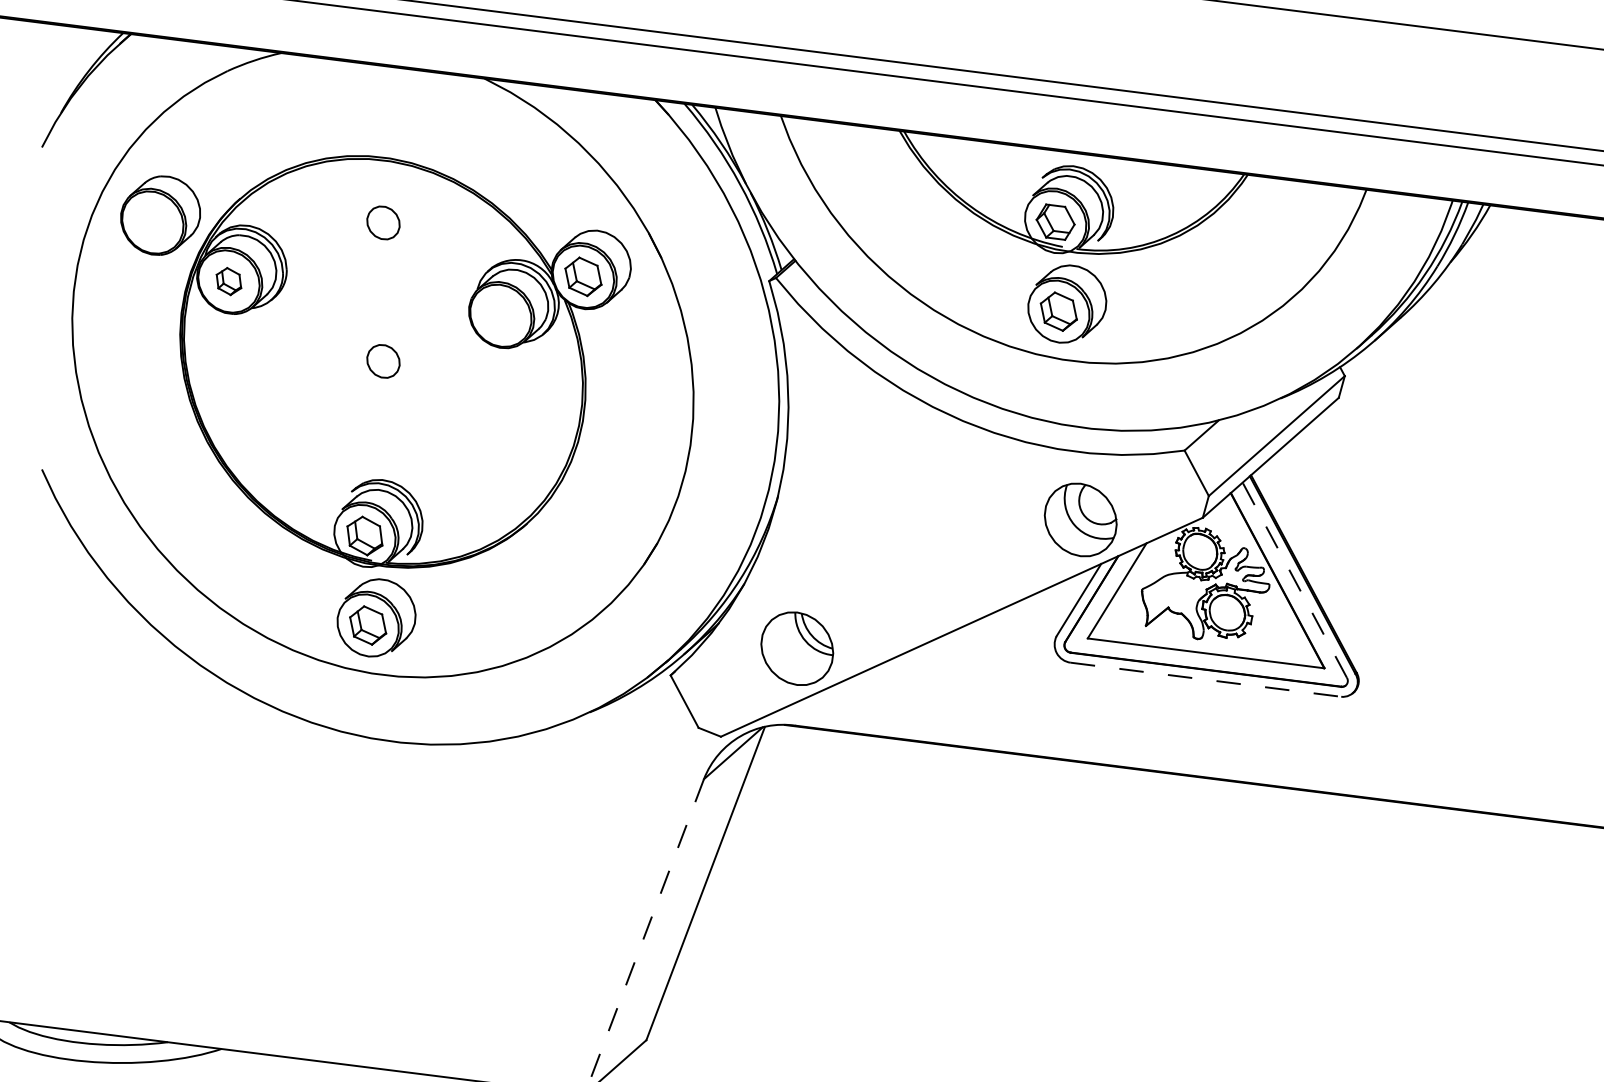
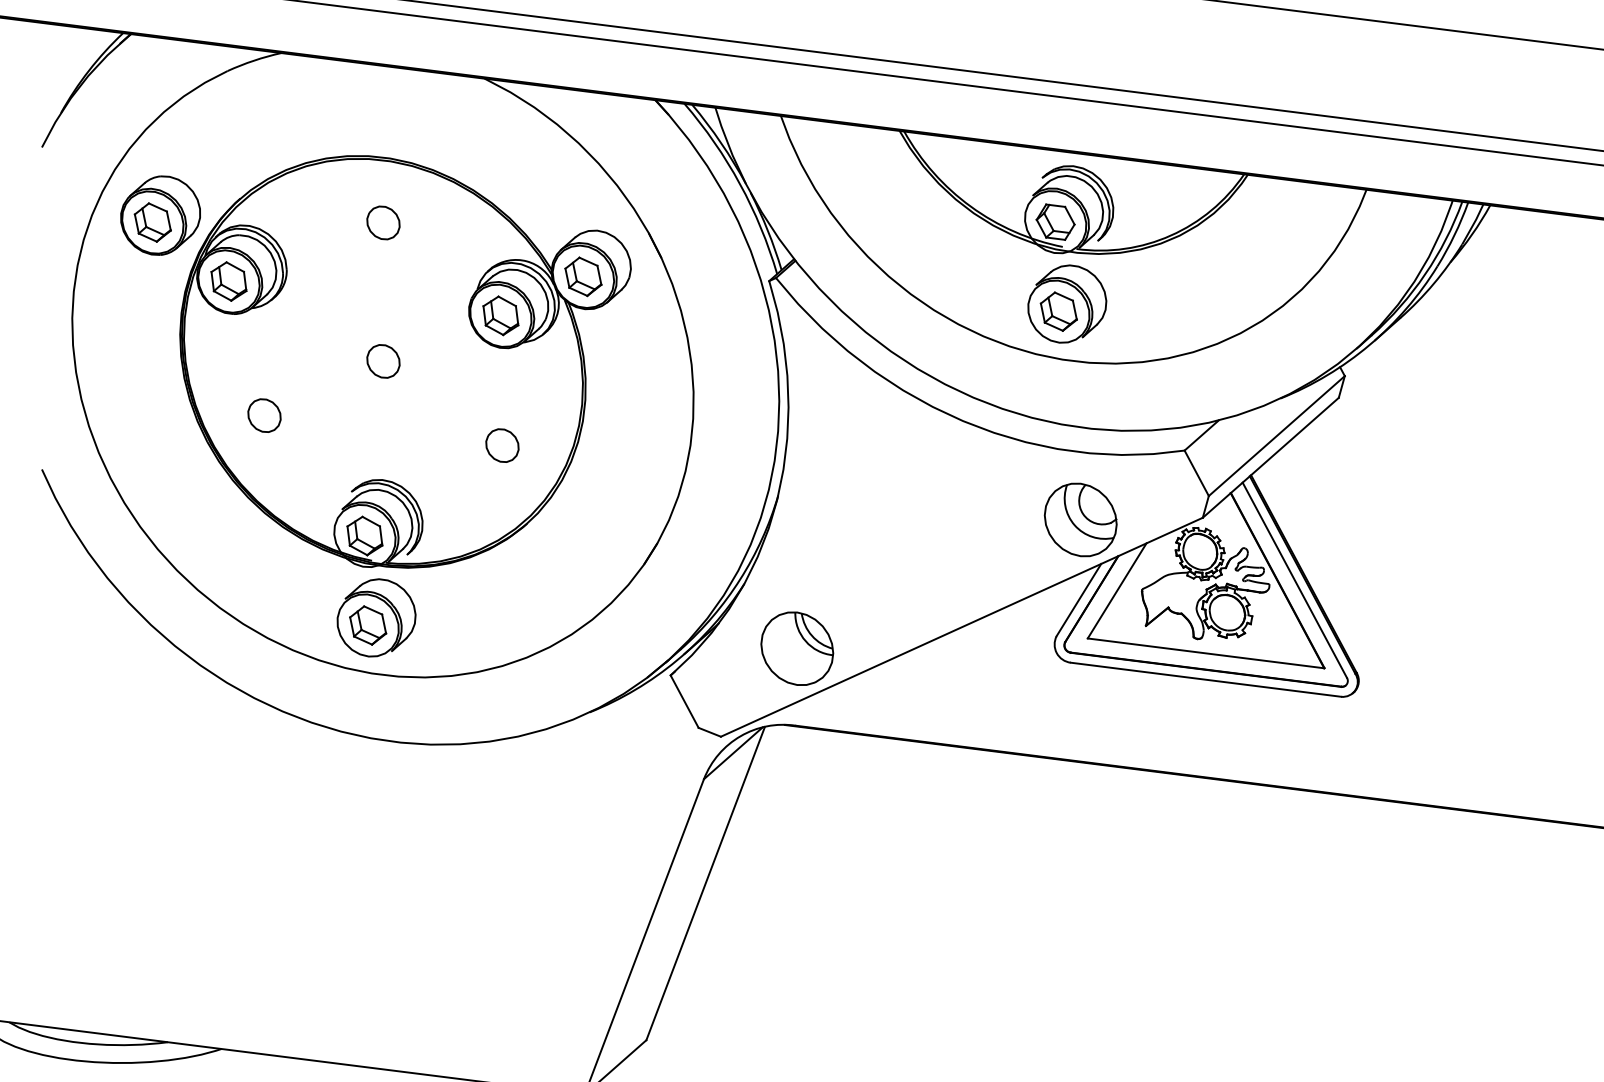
part at (152, 222): none -> present
part at (228, 281) size: 28x30 px -> 38x41 px
part at (500, 315): none -> present
part at (264, 415): none -> present
part at (502, 445): none -> present
line at (1294, 580): dashed -> solid
line at (1206, 679): dashed -> solid
line at (646, 930): dashed -> solid
